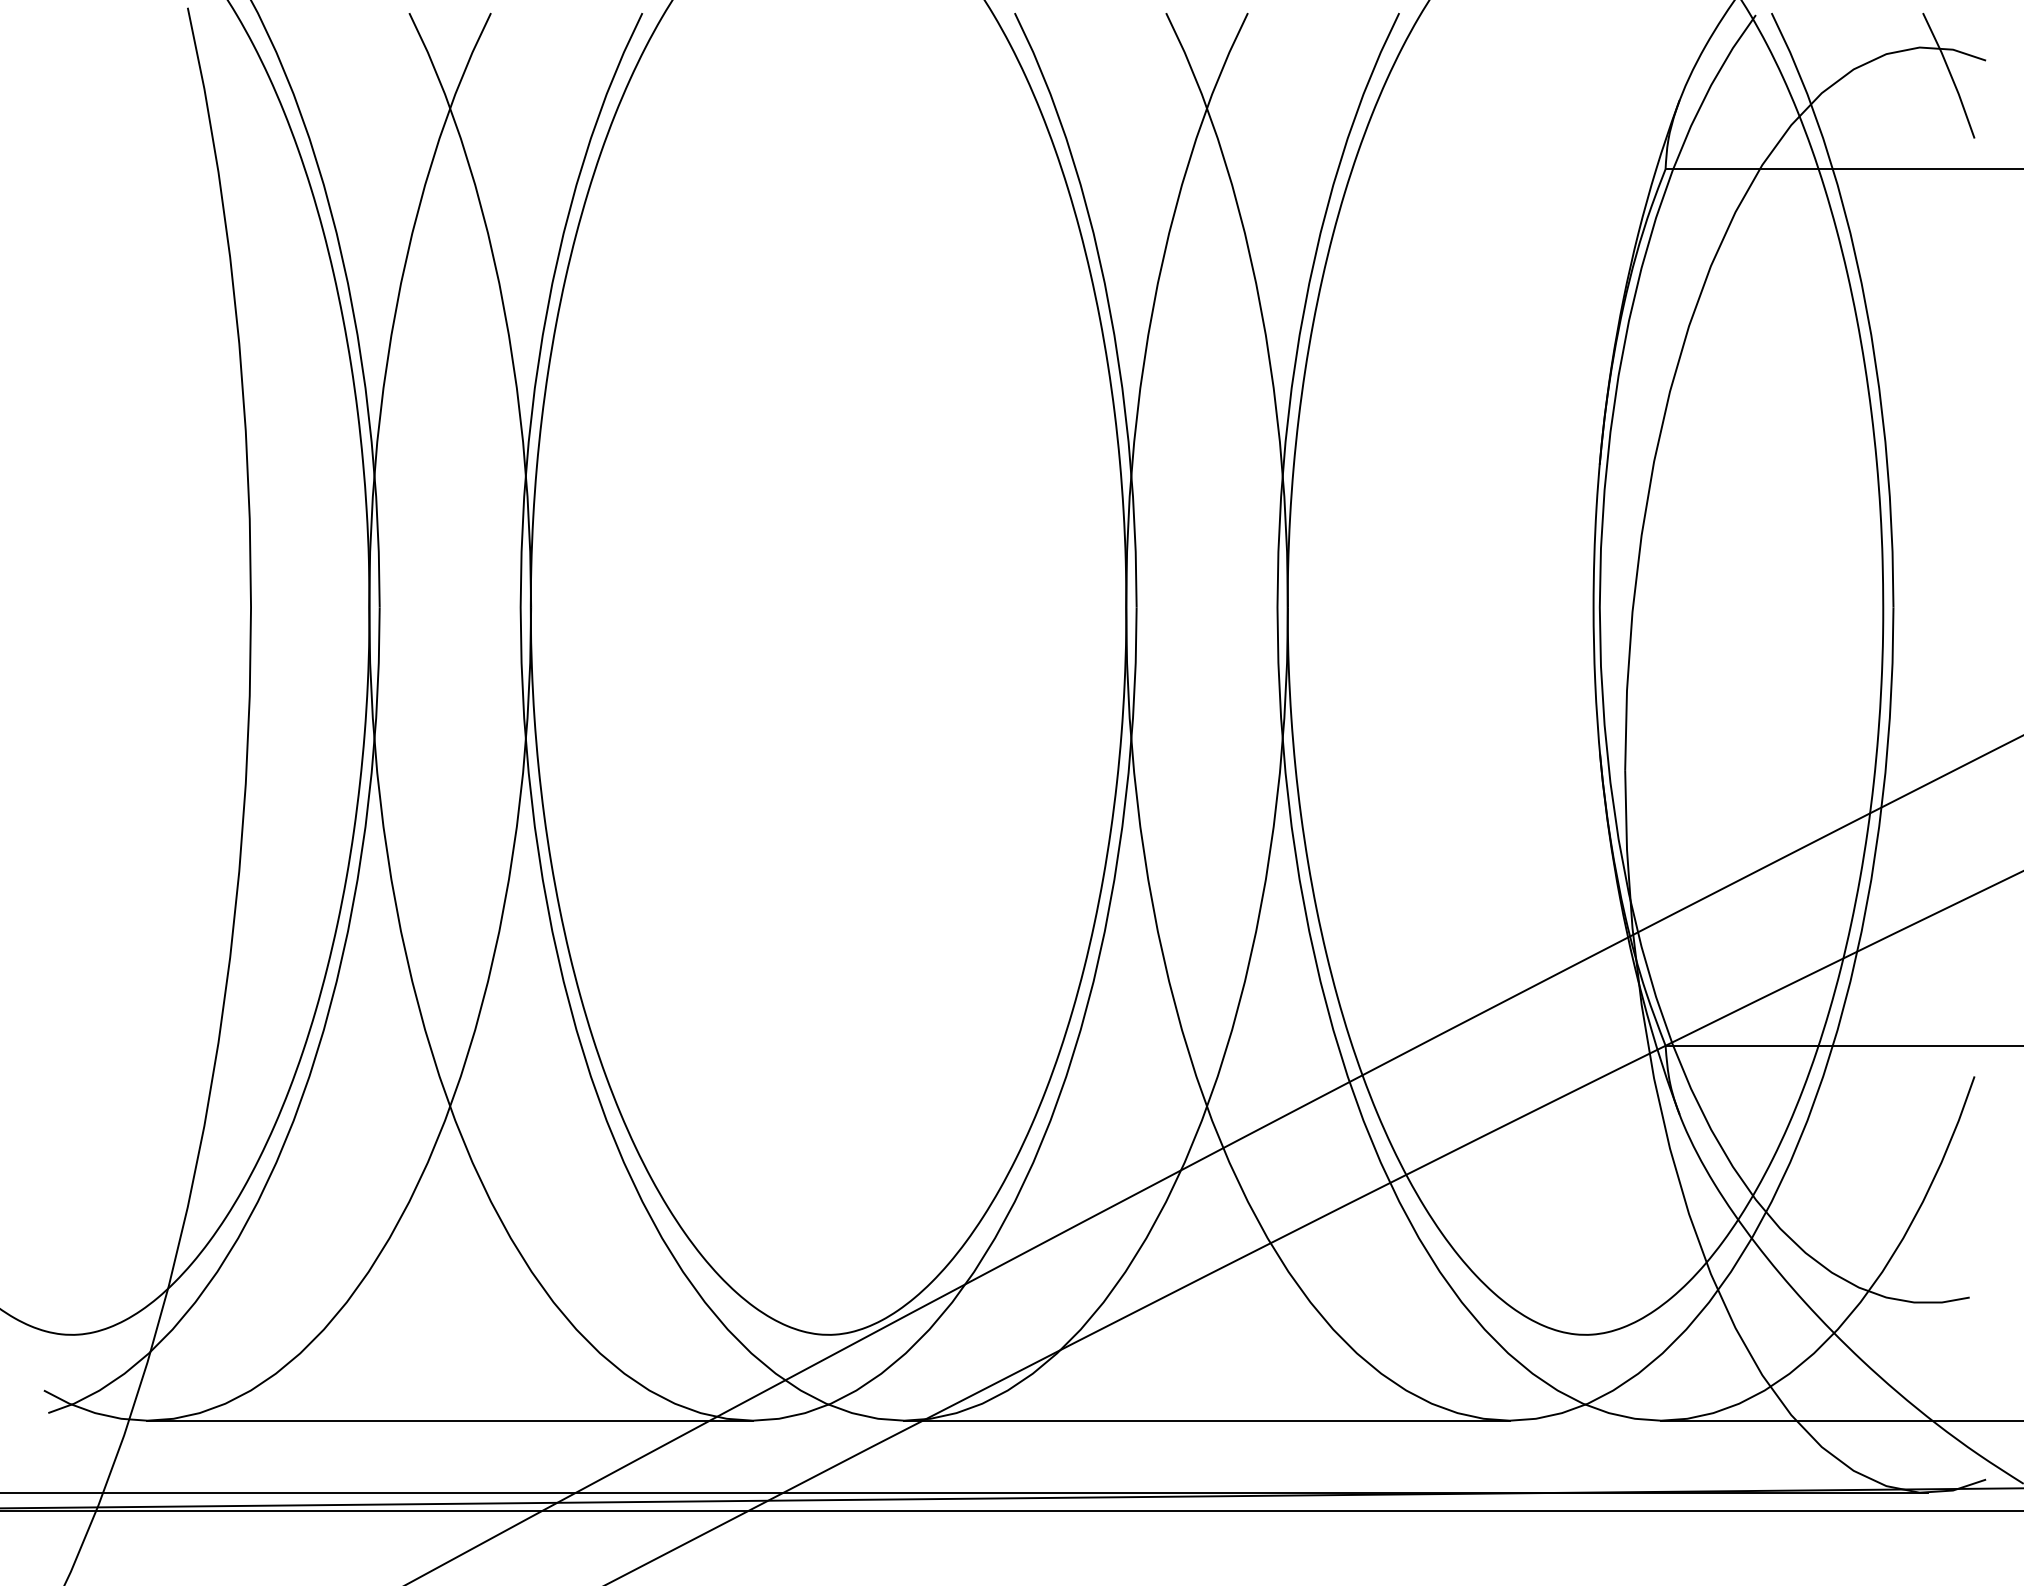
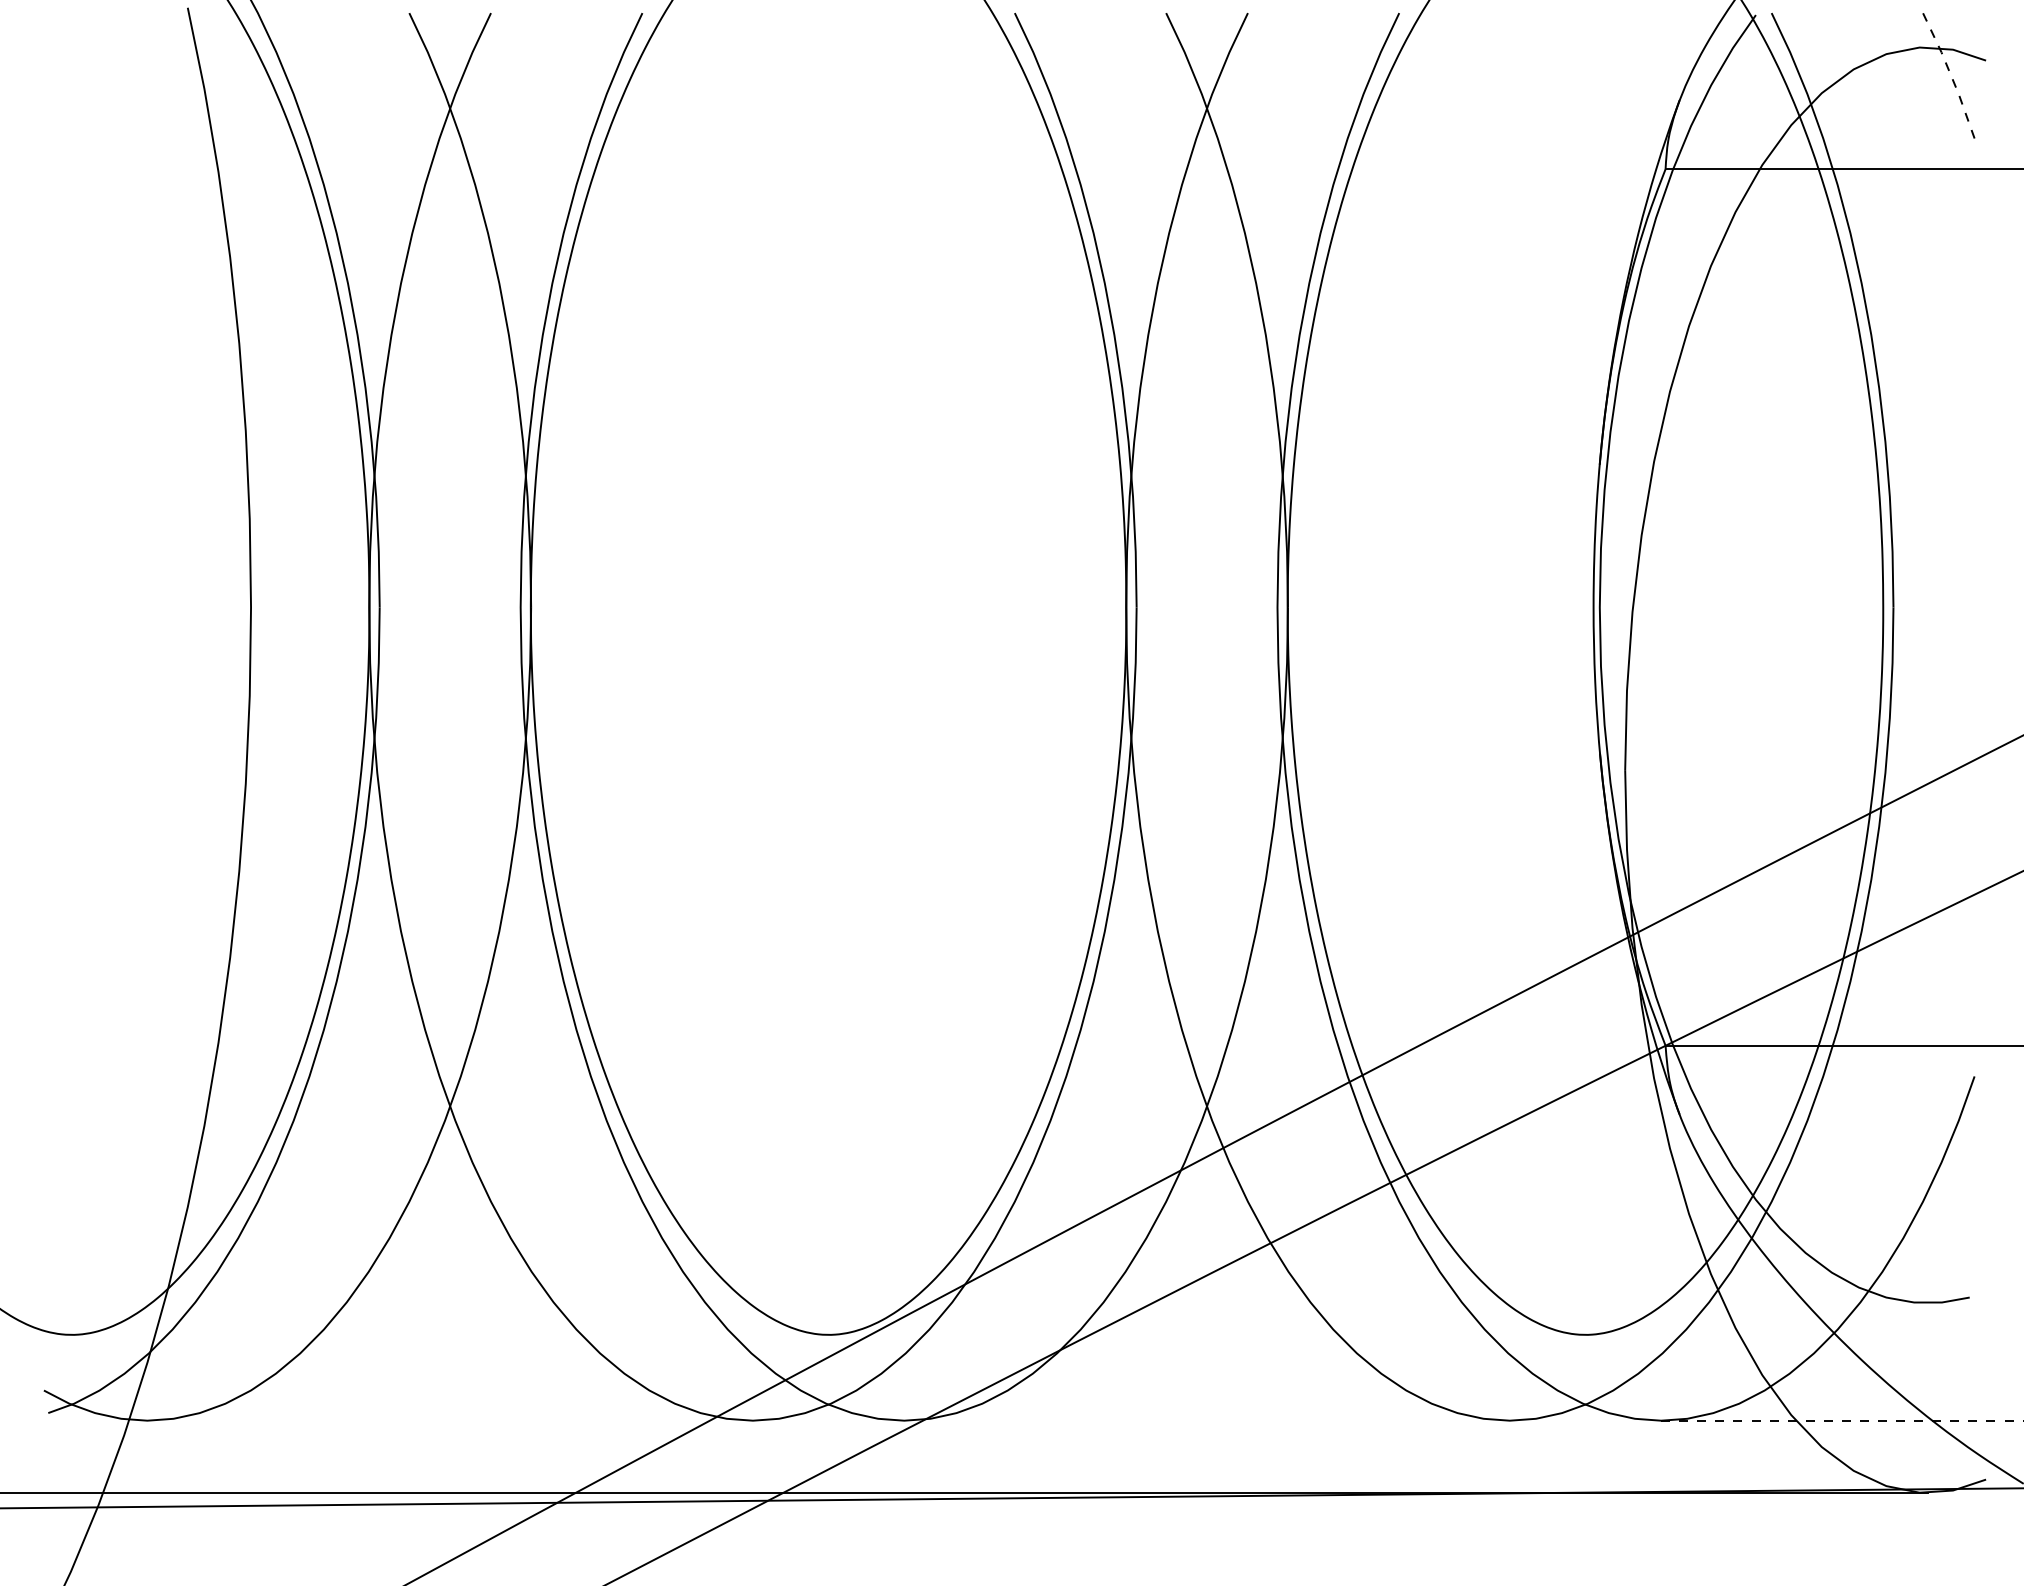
line at (1950, 75): solid -> dashed
line at (449, 1420): present -> none
line at (1206, 1420): present -> none
line at (1842, 1420): solid -> dashed
line at (1011, 1511): present -> none
